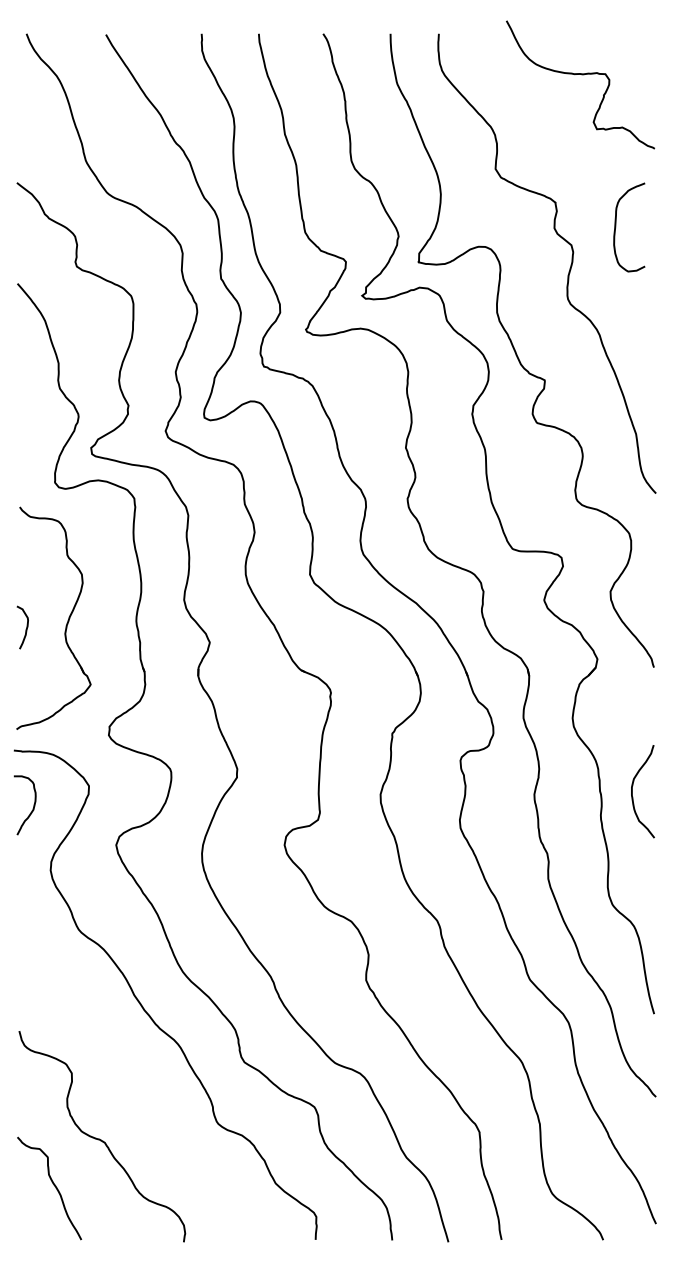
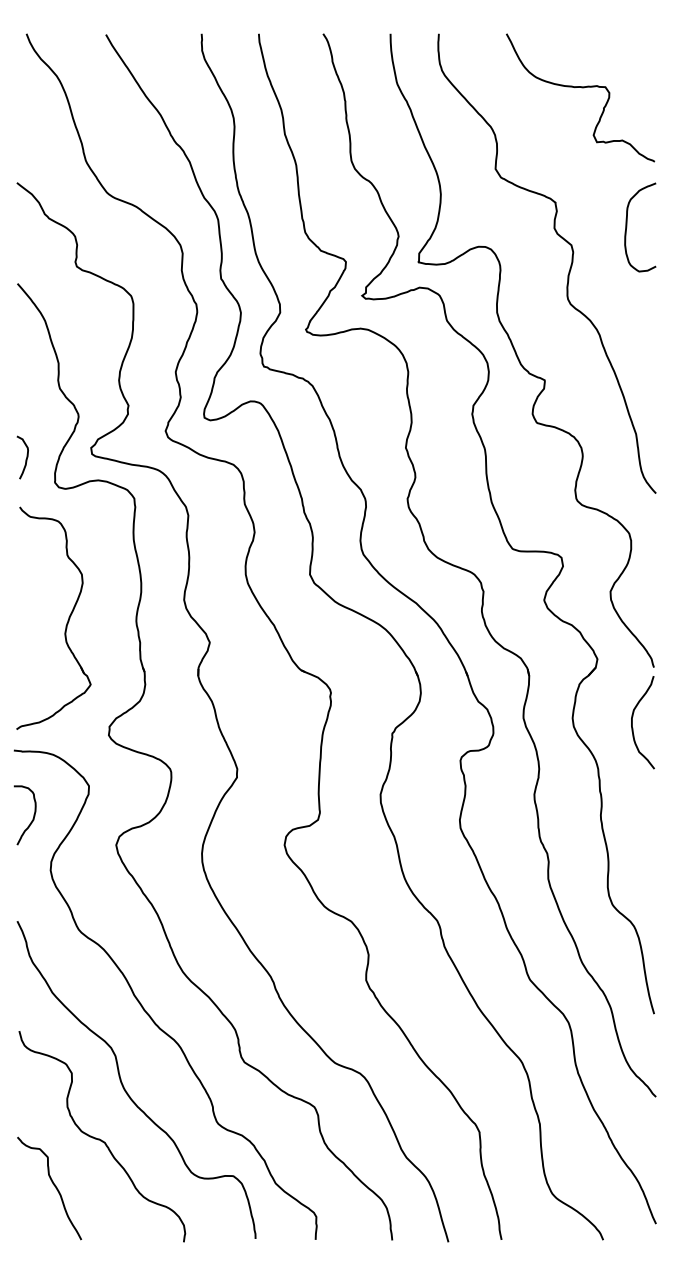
curve at (581, 75) position: (581, 75) -> (581, 88)
curve at (616, 227) position: (616, 227) -> (627, 227)
curve at (25, 629) position: (25, 629) -> (25, 459)
curve at (632, 791) position: (632, 791) -> (632, 722)
curve at (32, 808) position: (32, 808) -> (32, 818)
curve at (124, 1086): none -> present
